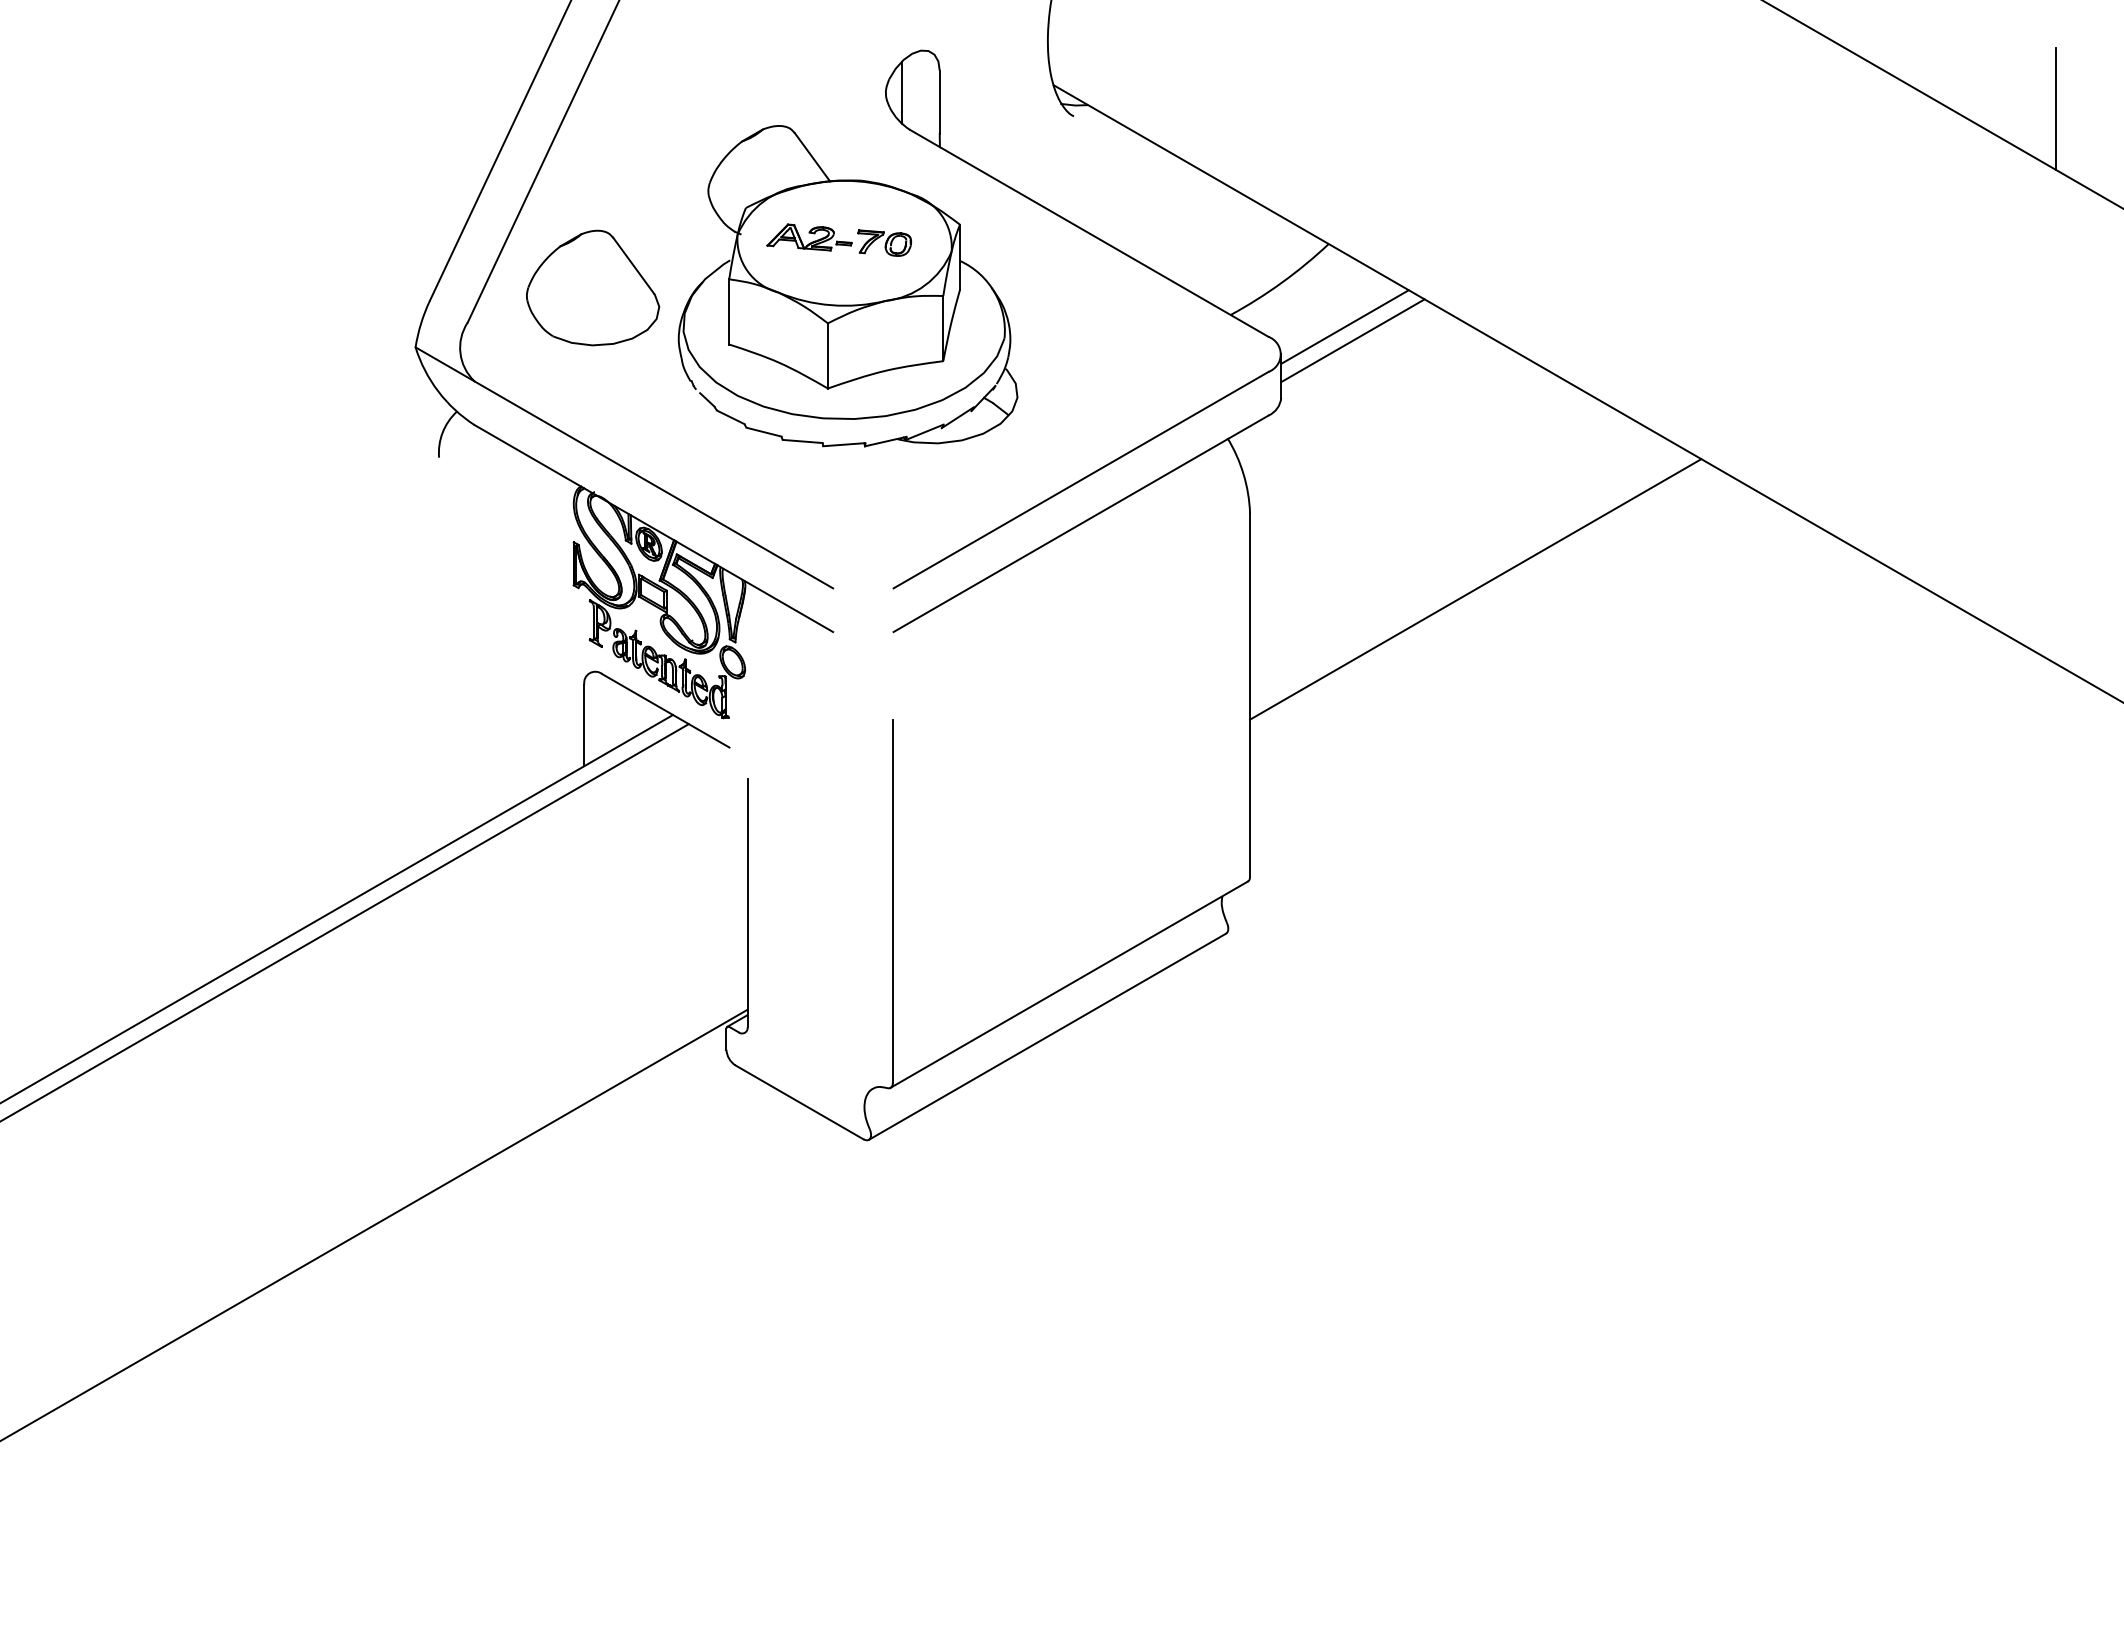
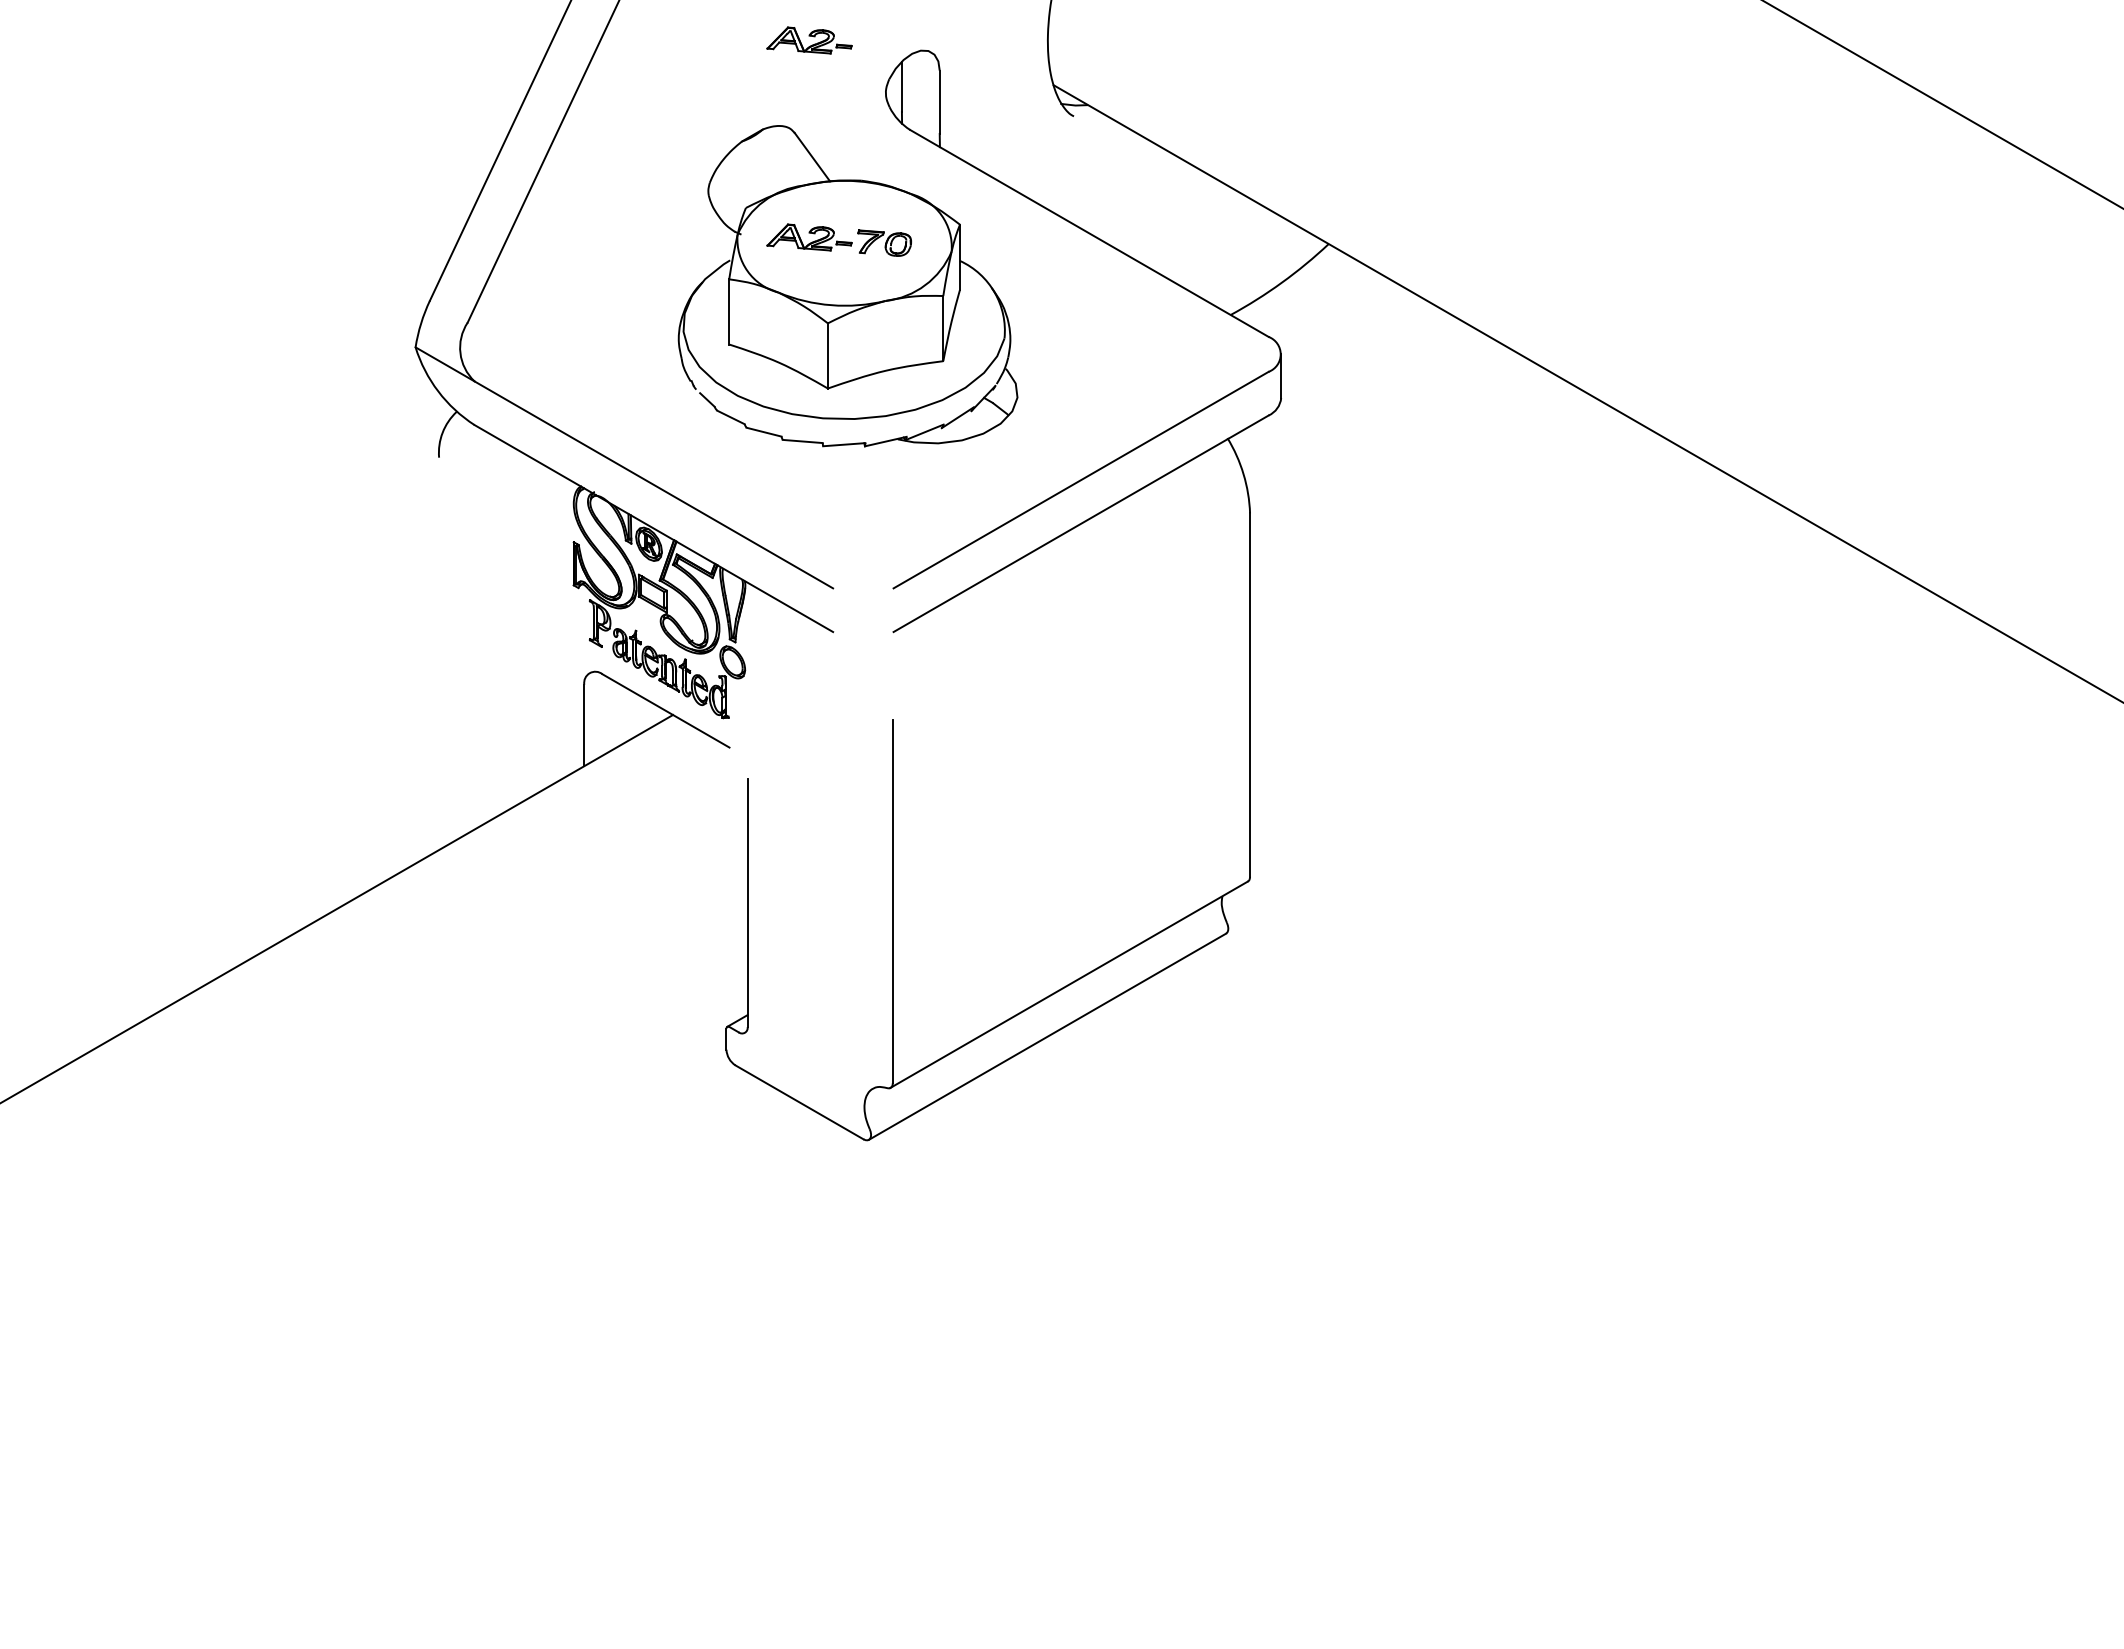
part at (809, 40): none -> present
line at (2056, 108): present -> none
part at (593, 287): present -> none
line at (1344, 326): present -> none
line at (1352, 340): present -> none
line at (1475, 589): present -> none
line at (345, 922): present -> none
line at (374, 1224): present -> none
